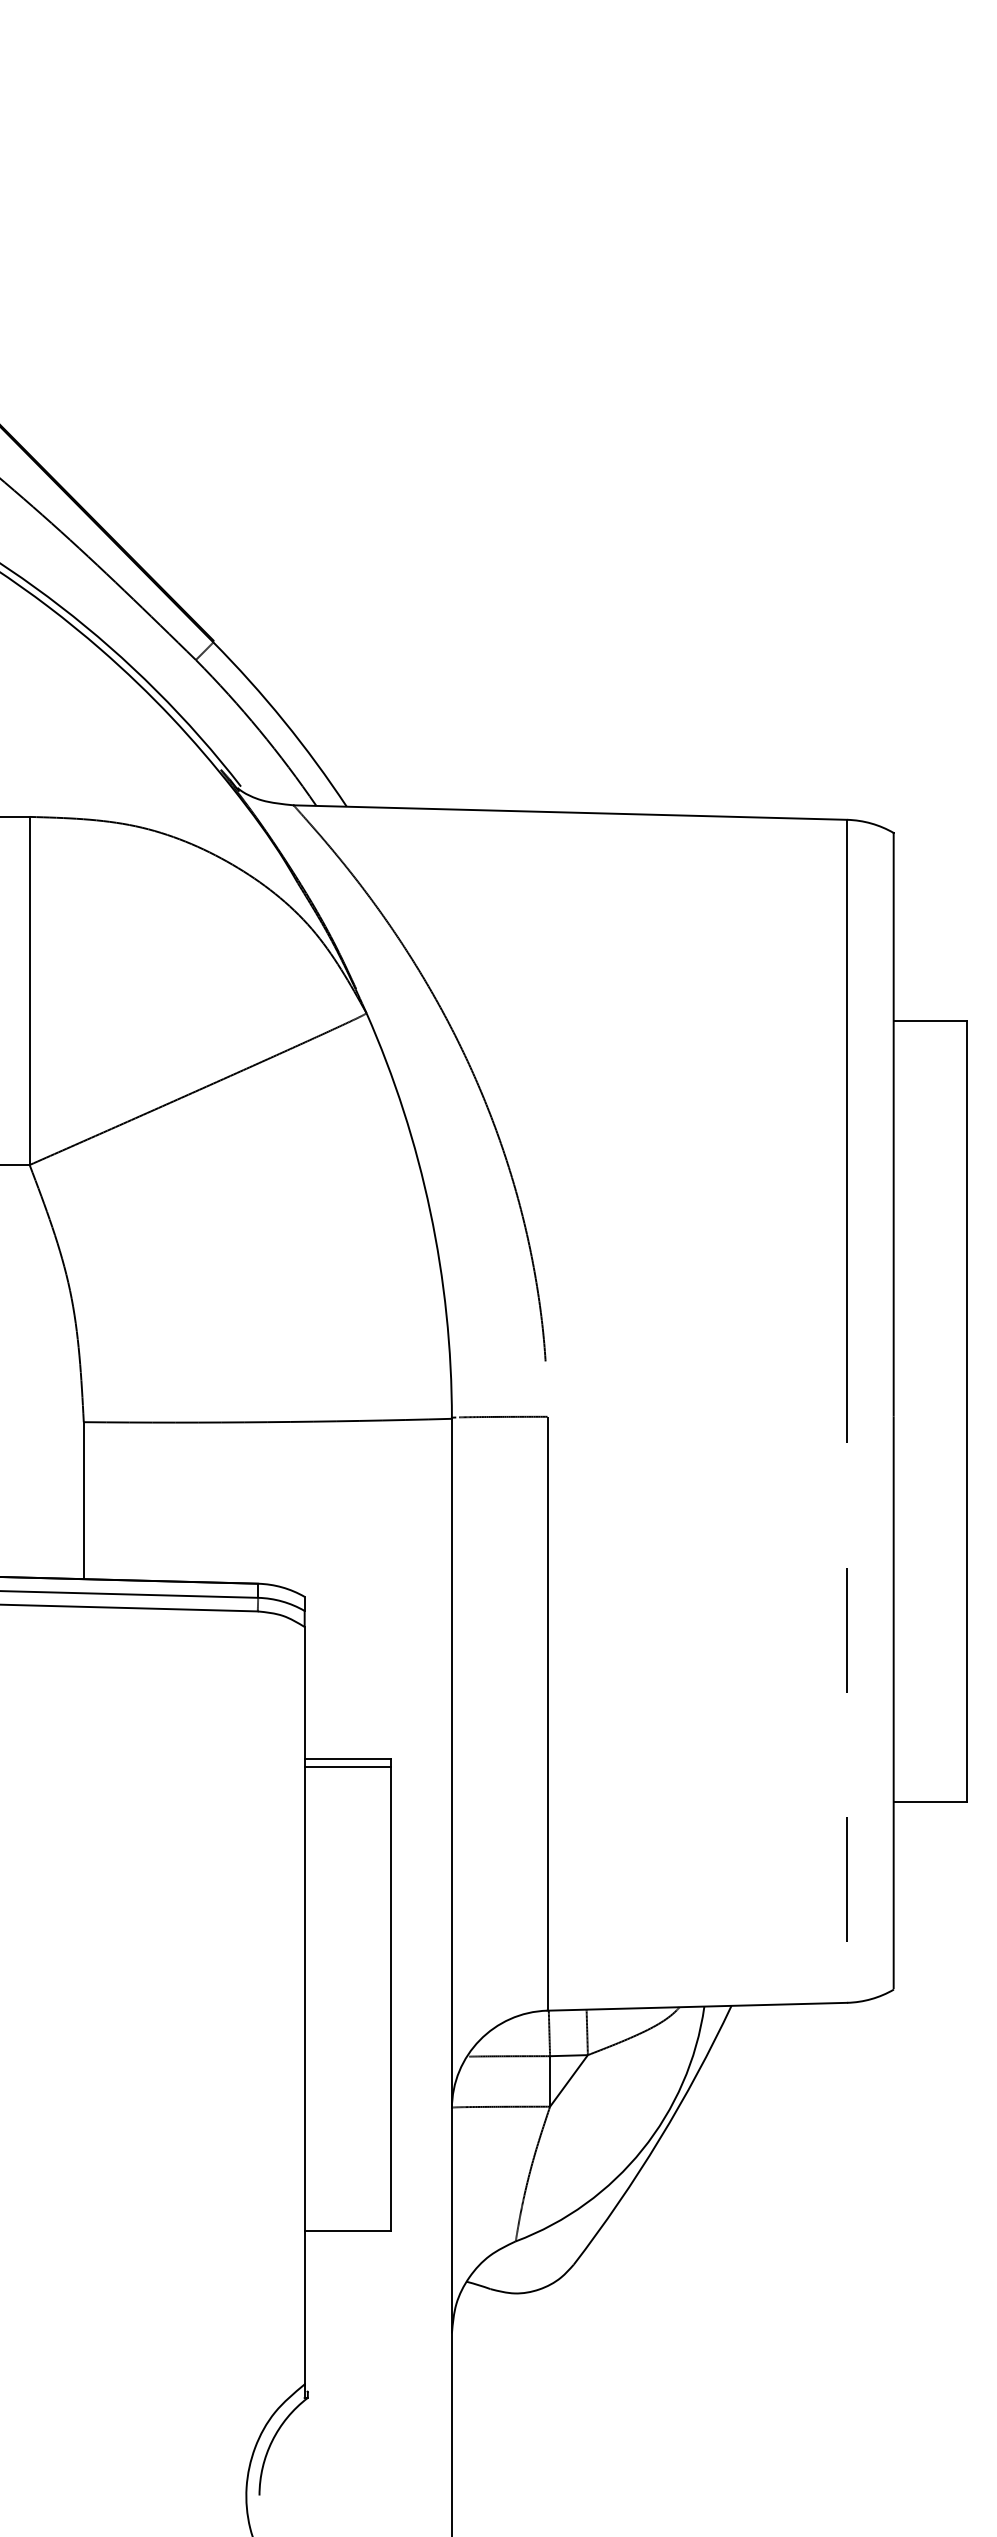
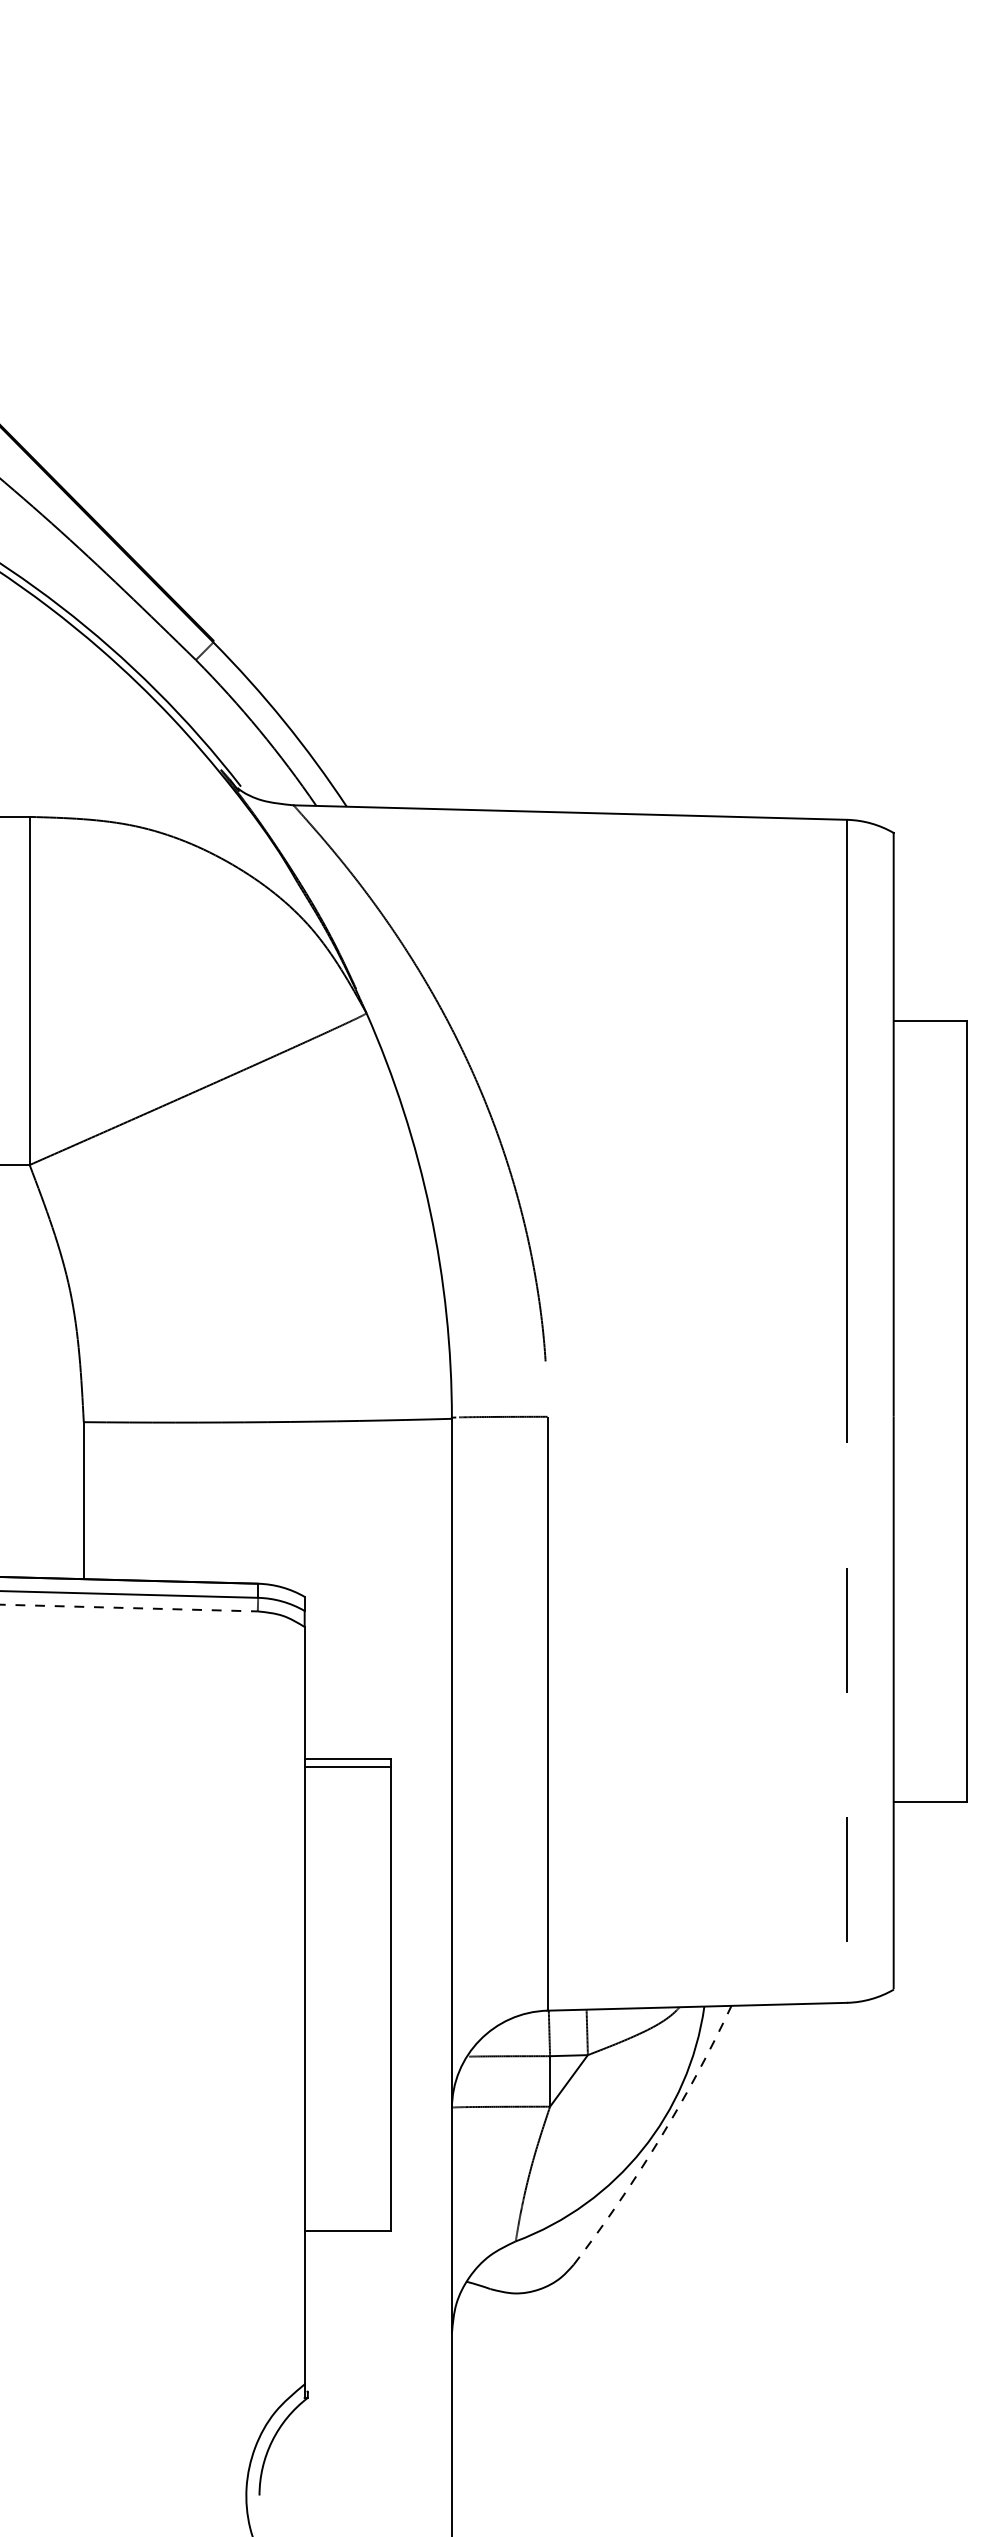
line at (129, 1608): solid -> dashed
arc at (659, 2139): solid -> dashed
